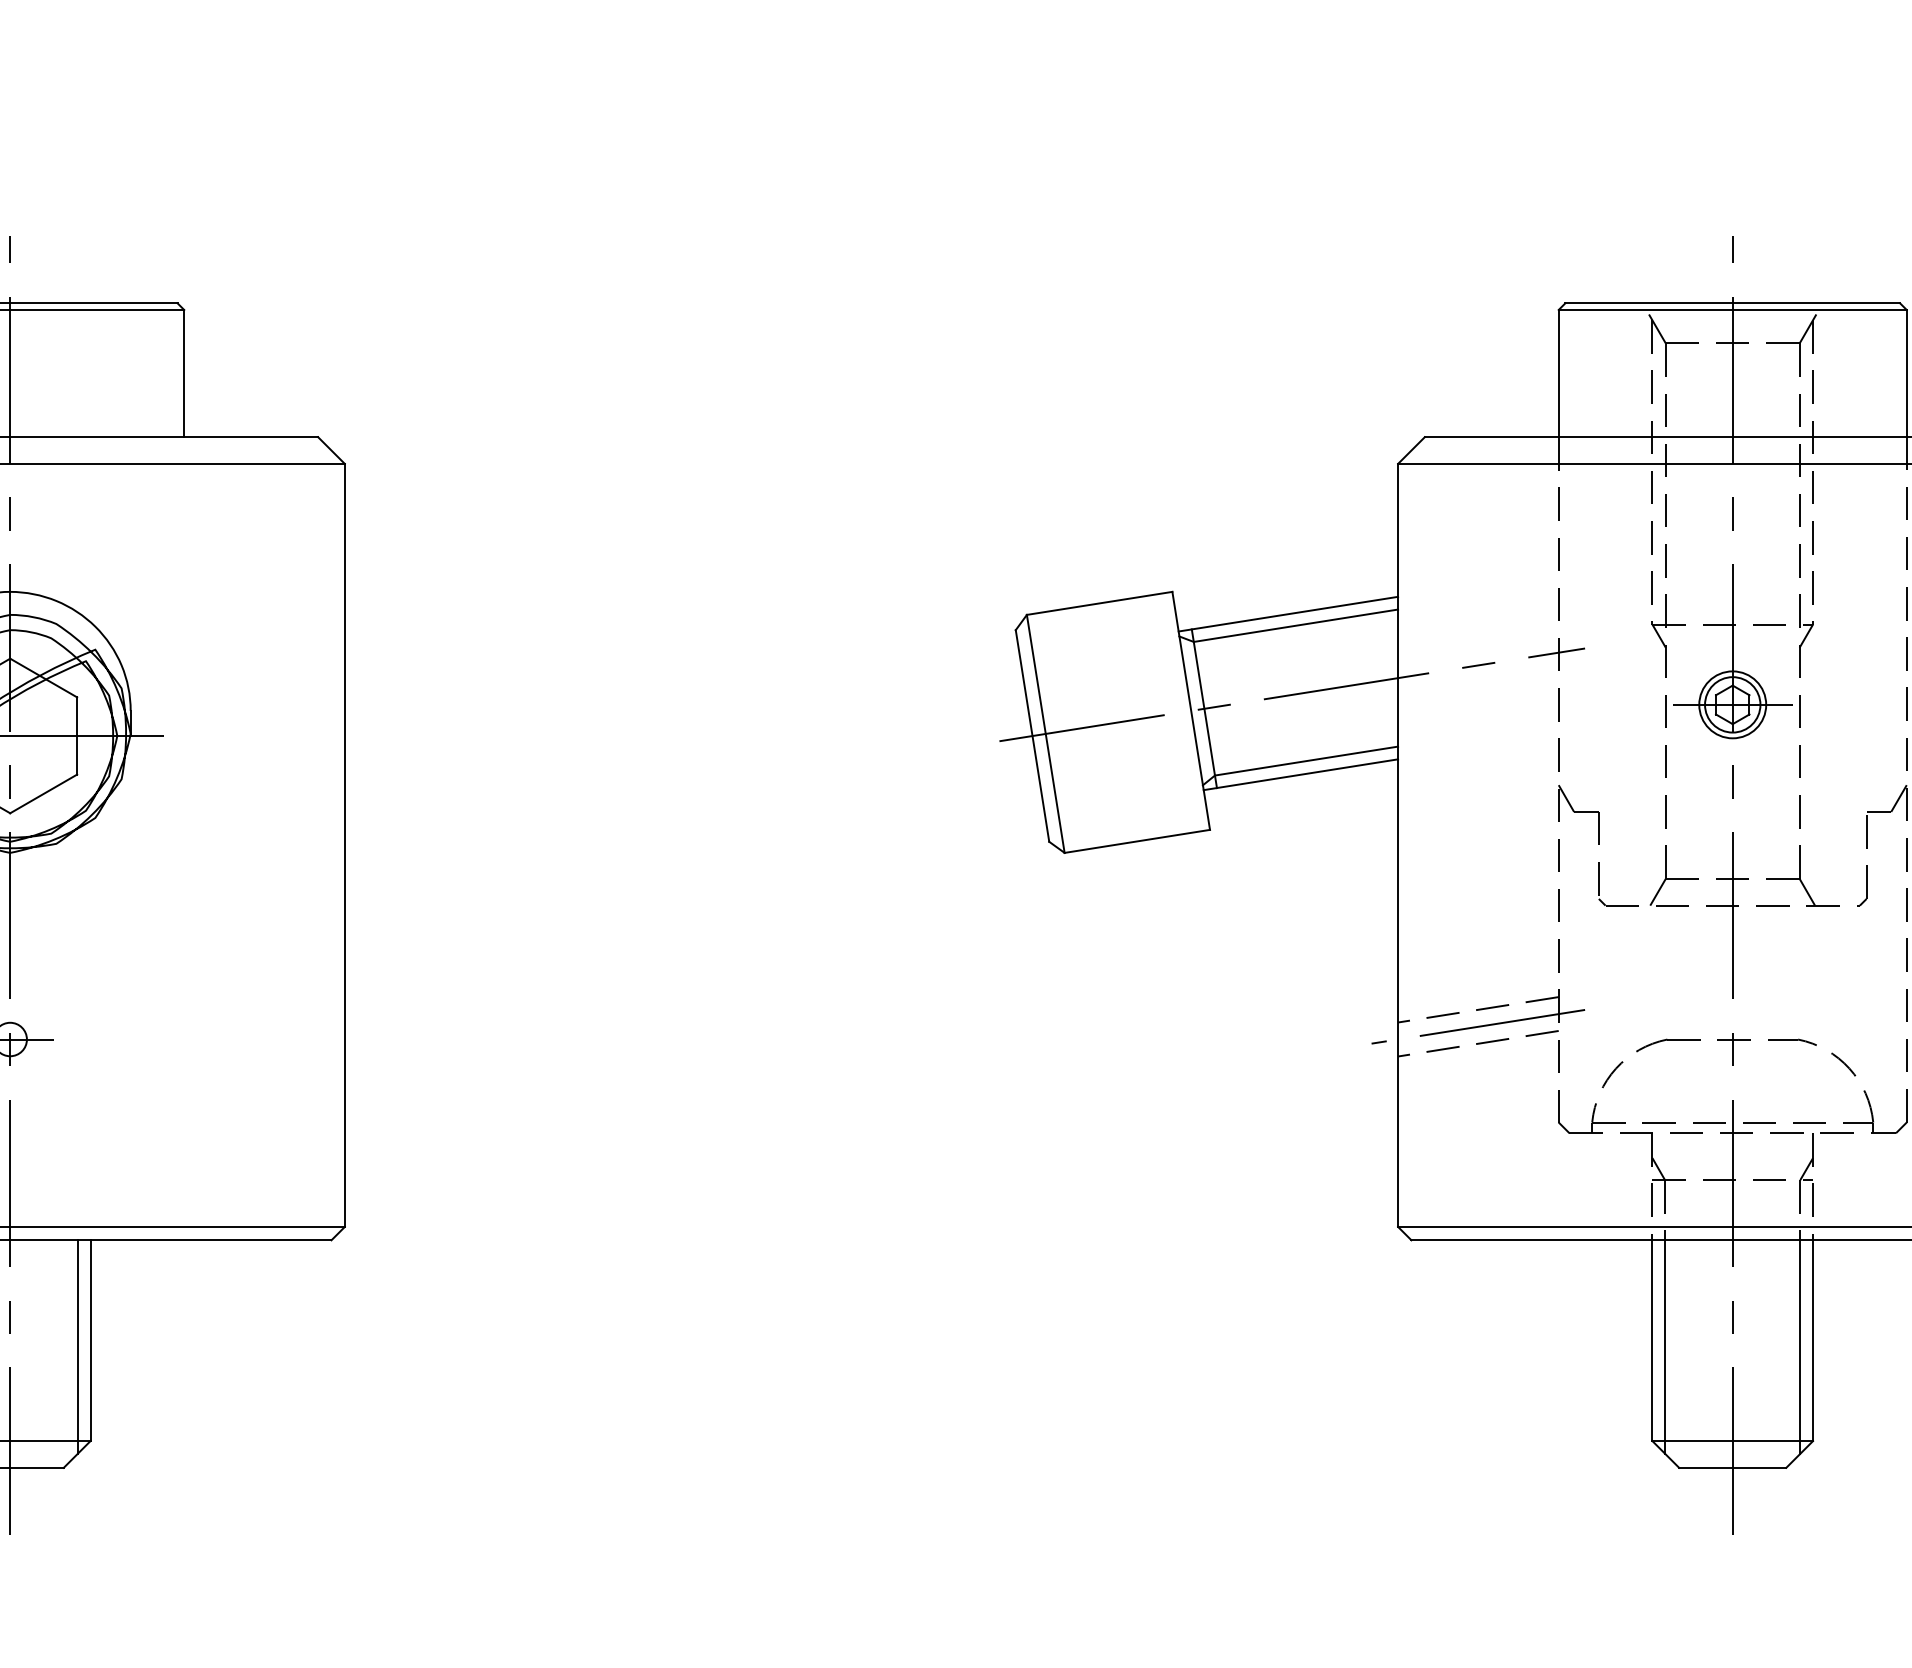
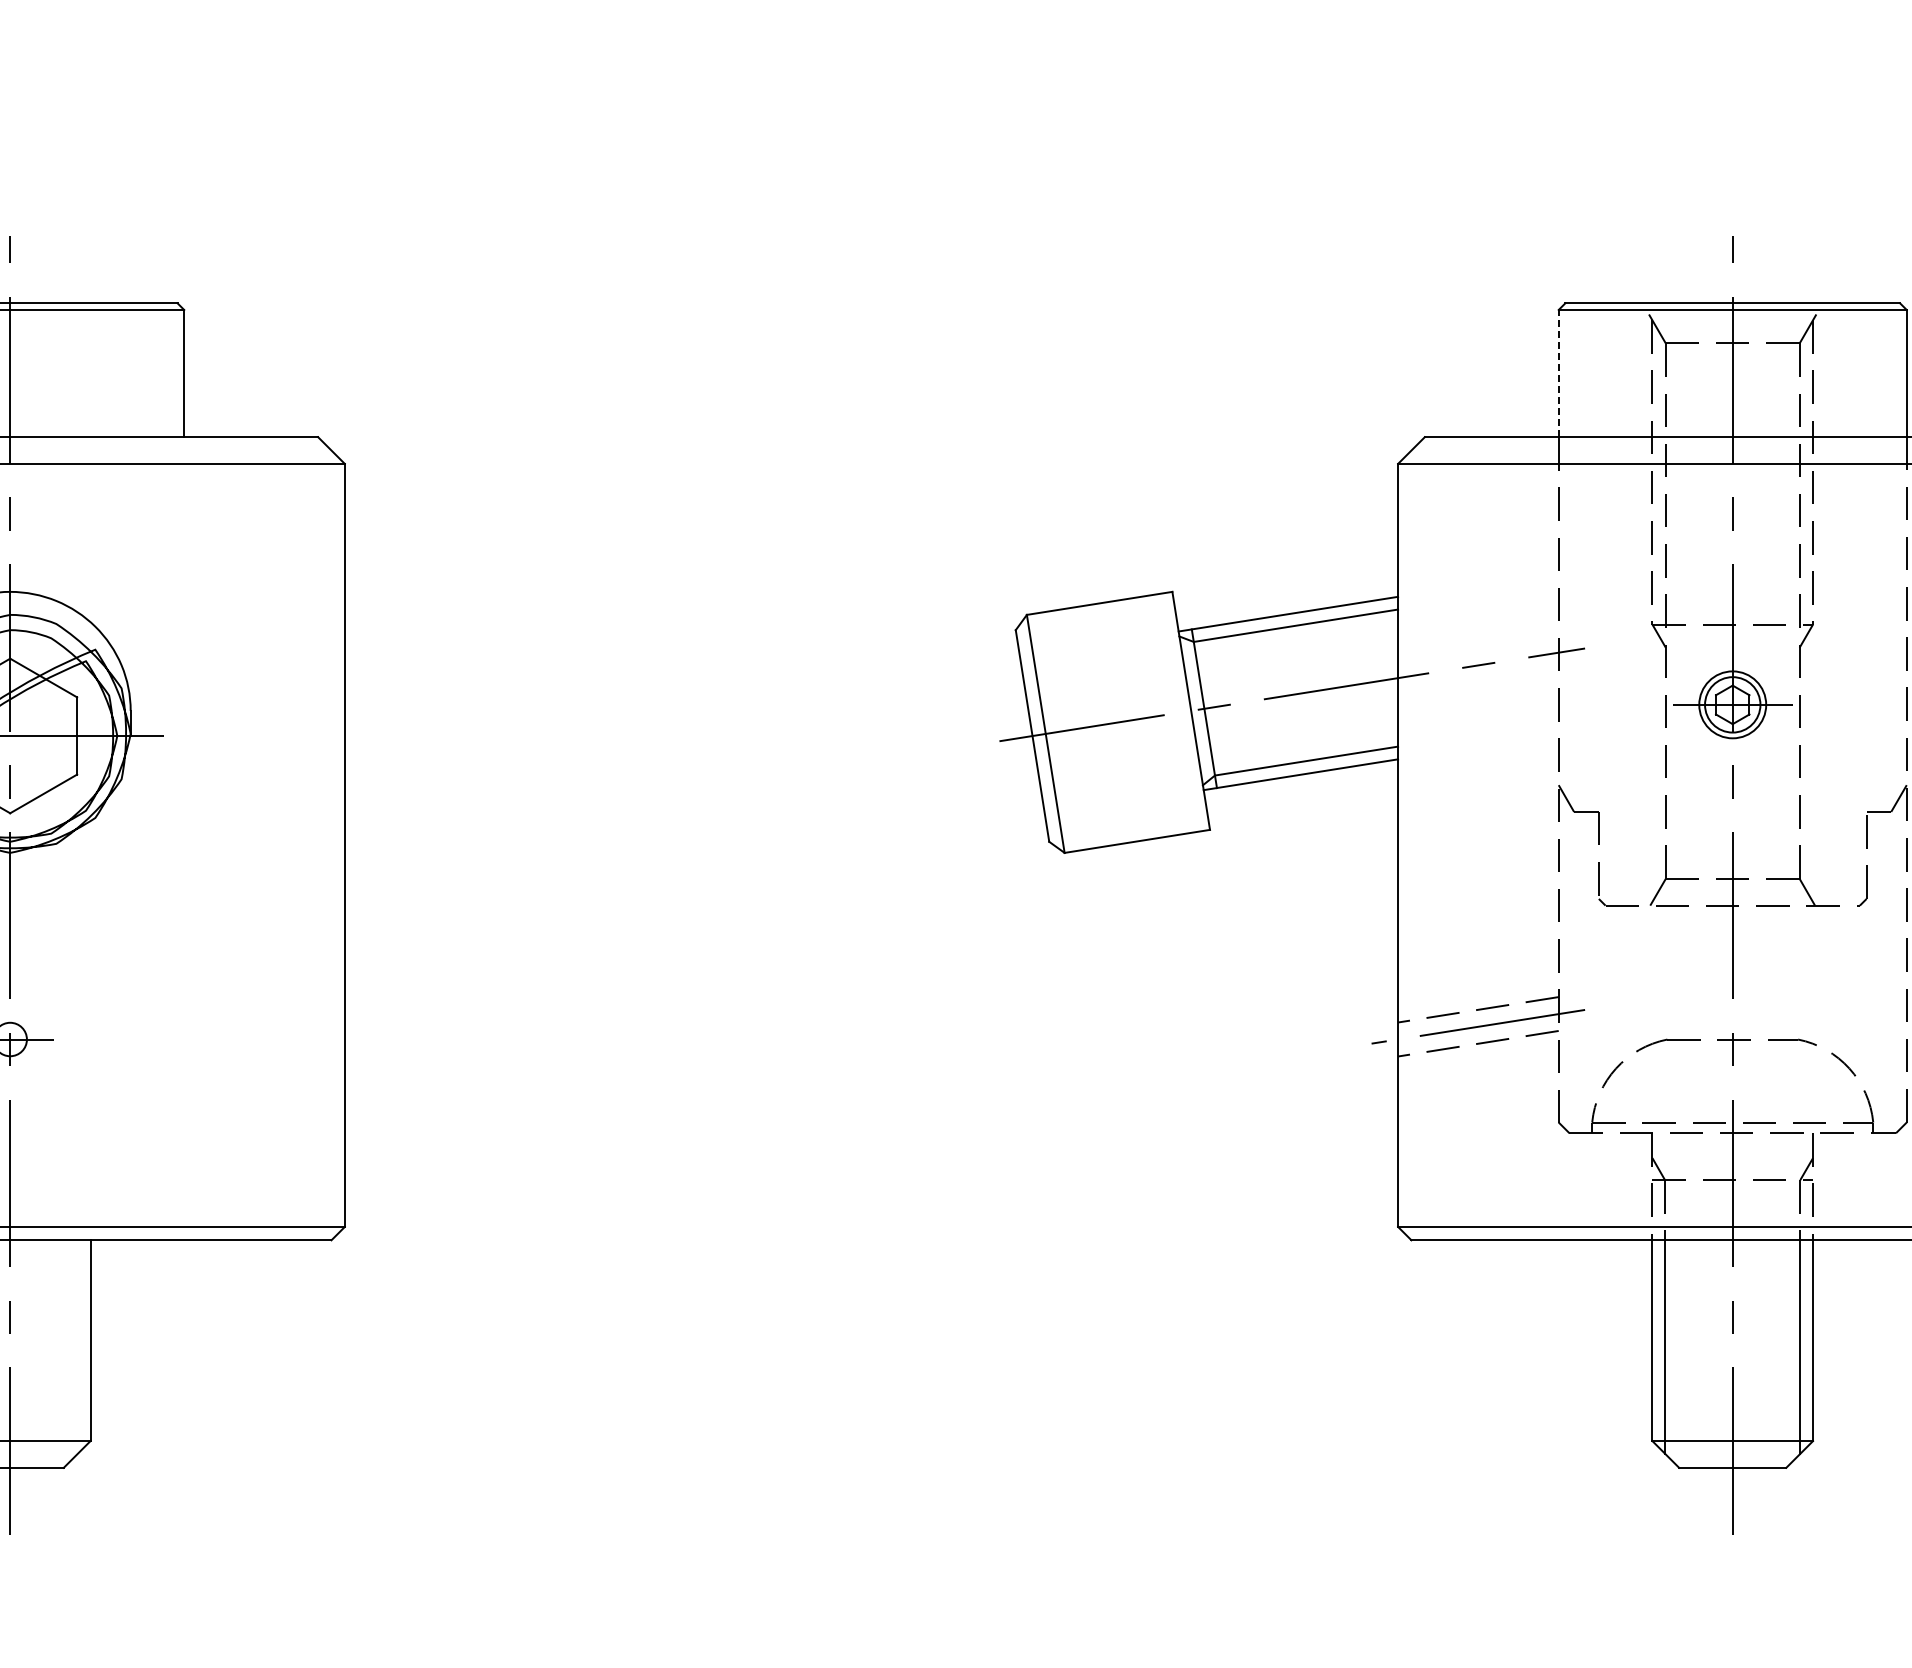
line at (1558, 373): solid -> dashed
line at (77, 1346): present -> none
